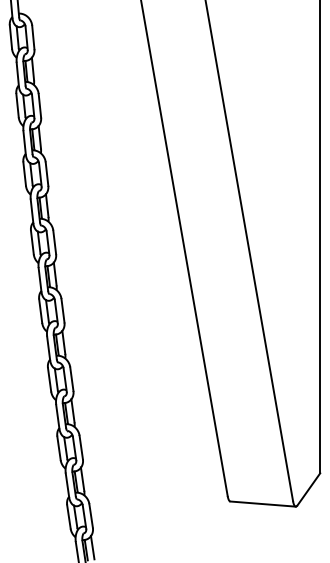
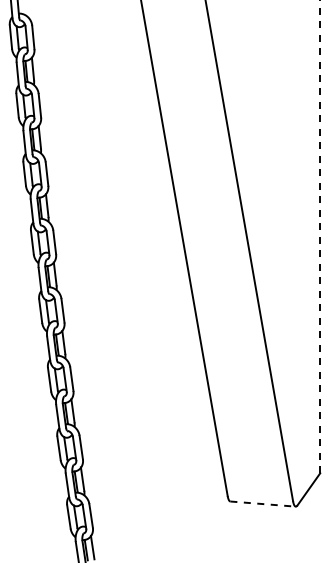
line at (320, 236): solid -> dashed
line at (263, 504): solid -> dashed
